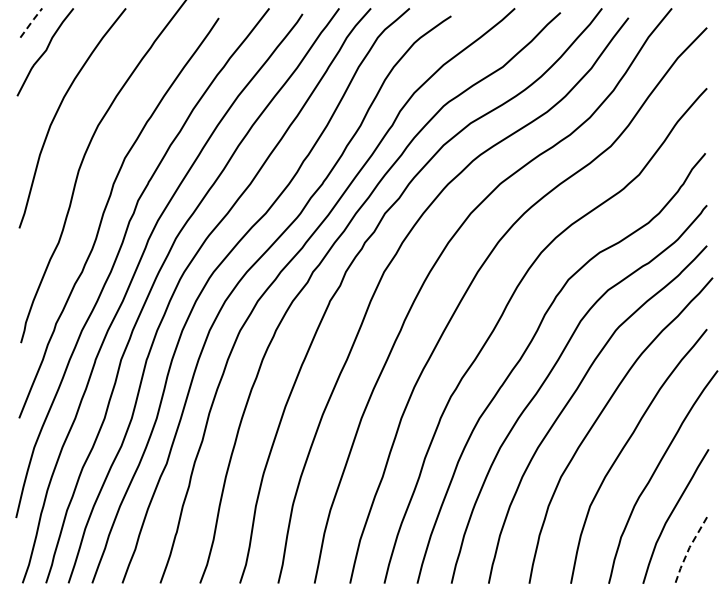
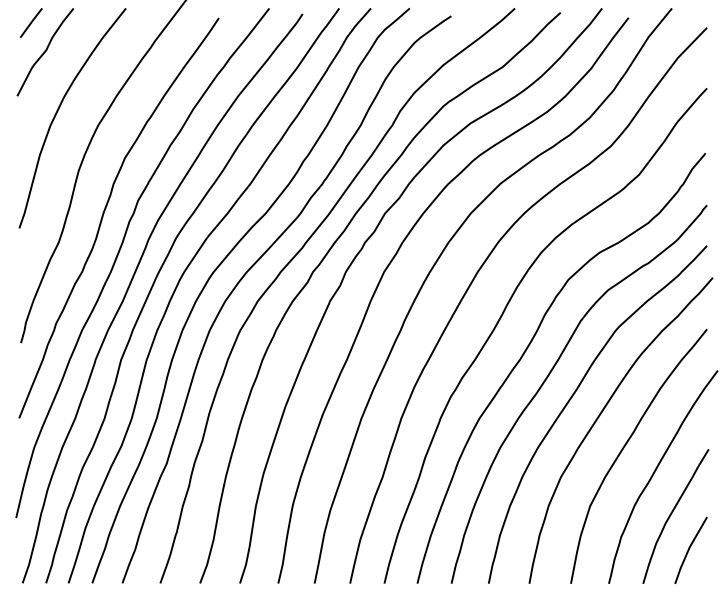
line at (31, 21): dashed -> solid
line at (688, 550): dashed -> solid
